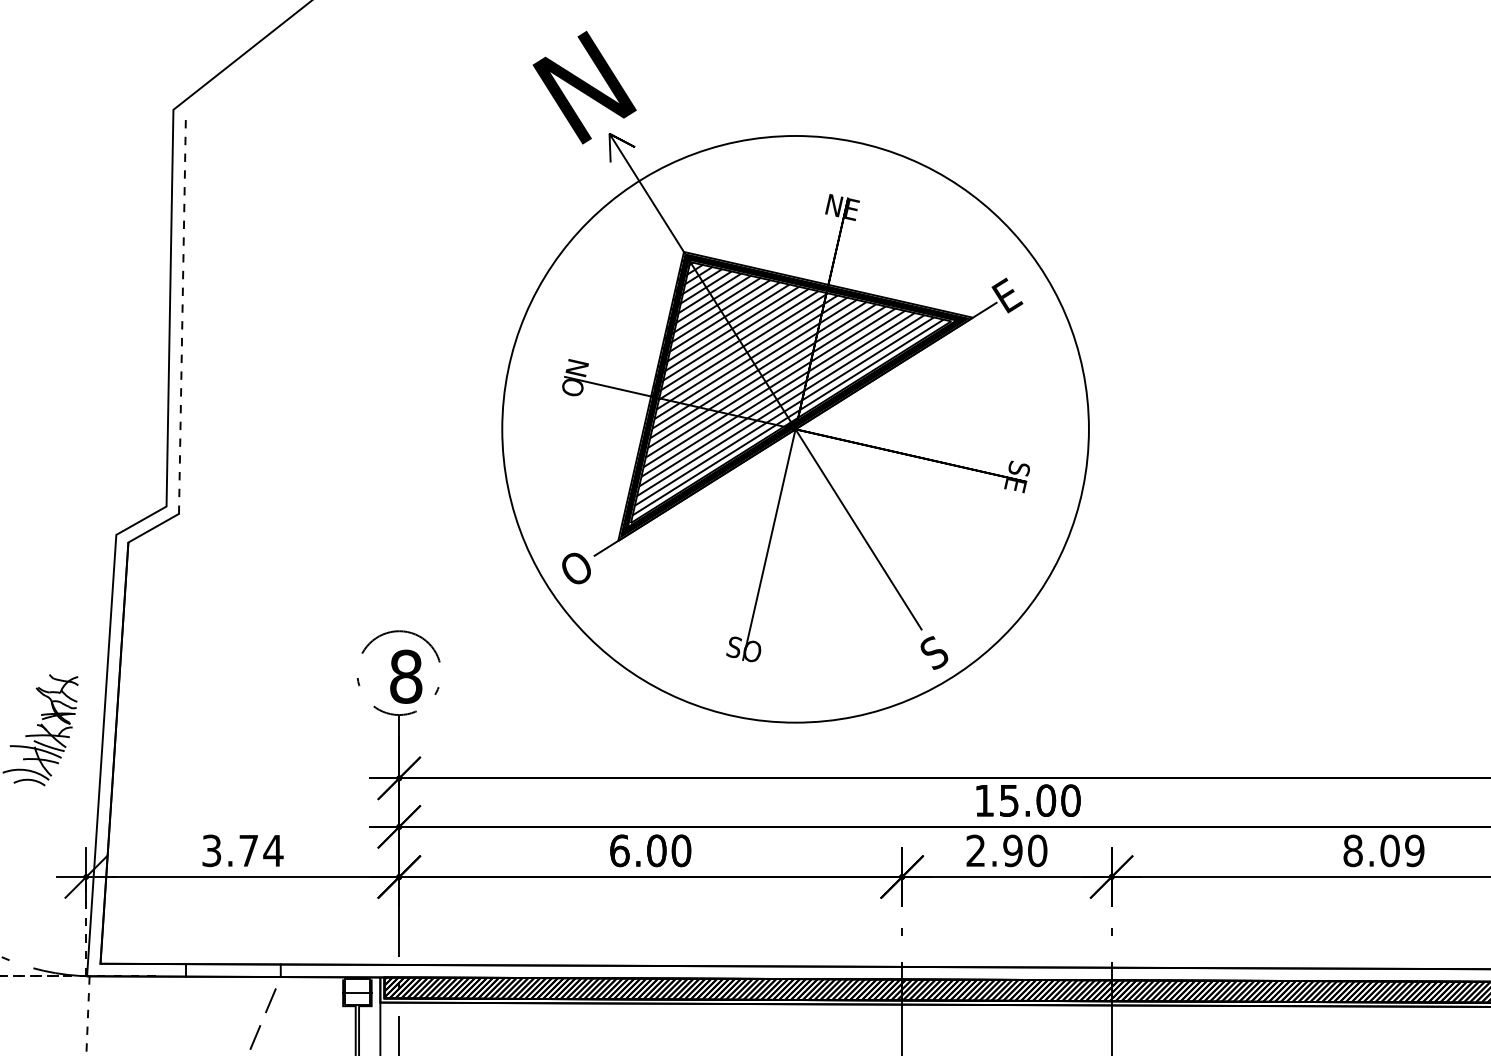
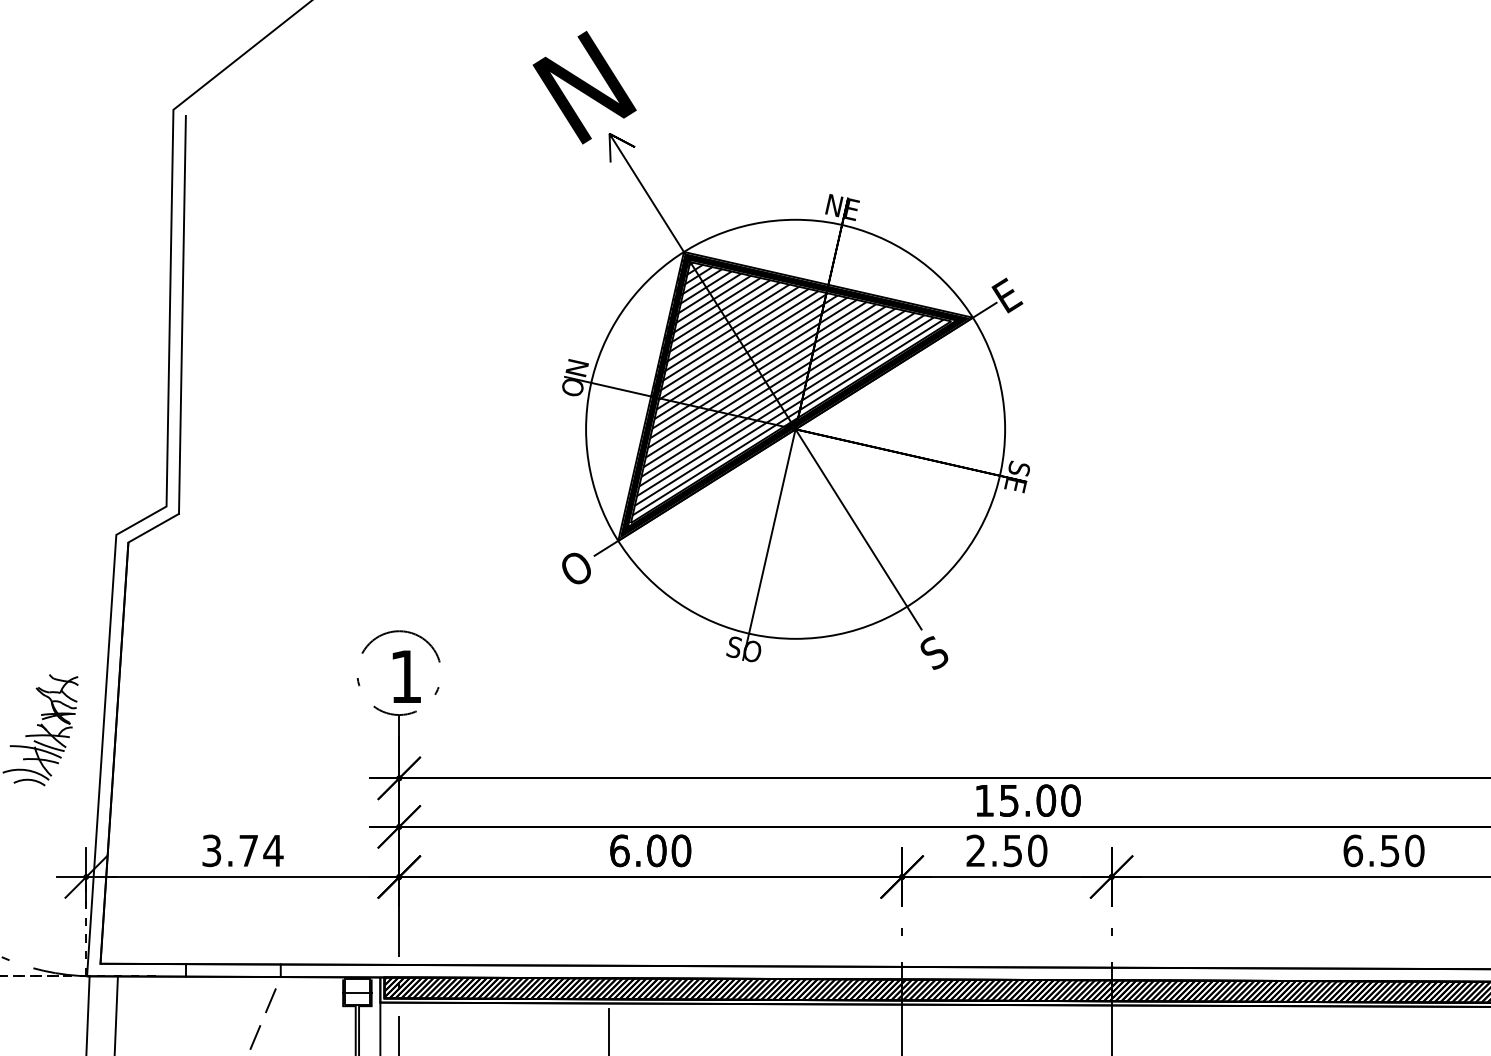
line at (182, 314): dashed -> solid
circle at (795, 428) diameter: 587 px -> 419 px
text at (406, 676): 8 -> 1
text at (1012, 850): 2.90 -> 2.50
text at (1383, 850): 8.09 -> 6.50
line at (115, 1014): none -> present
line at (87, 1016): dashed -> solid
line at (608, 1030): none -> present
